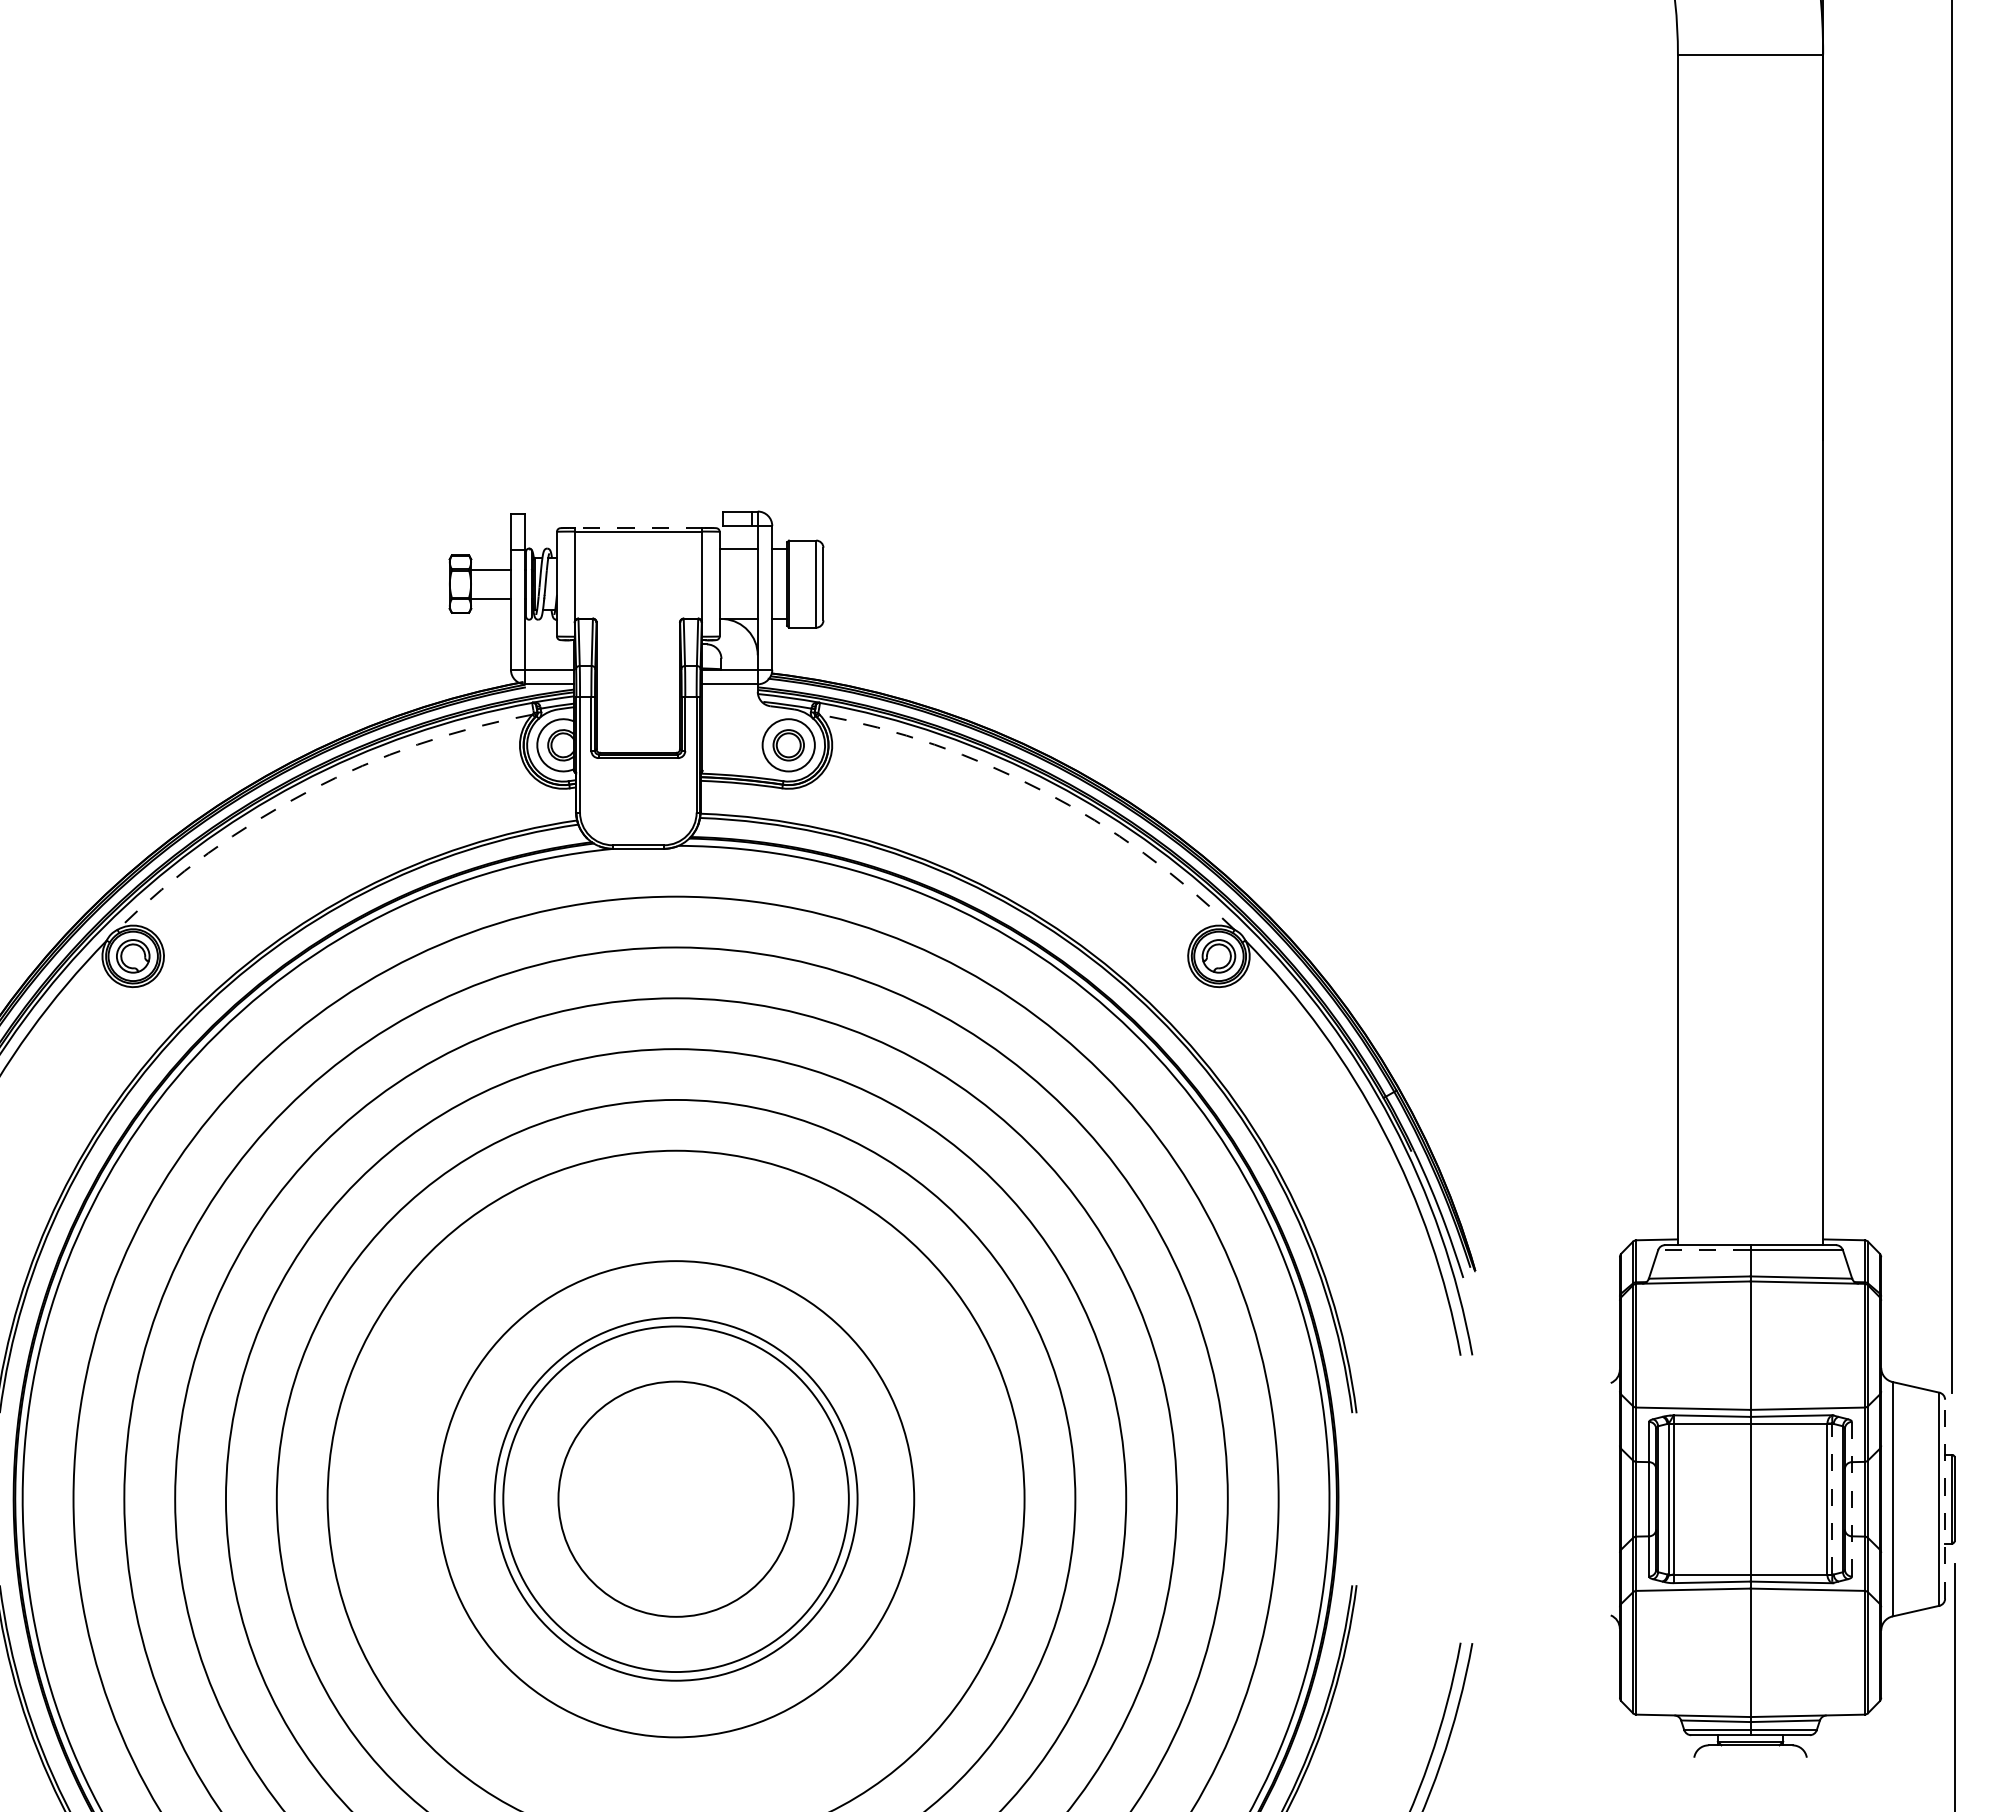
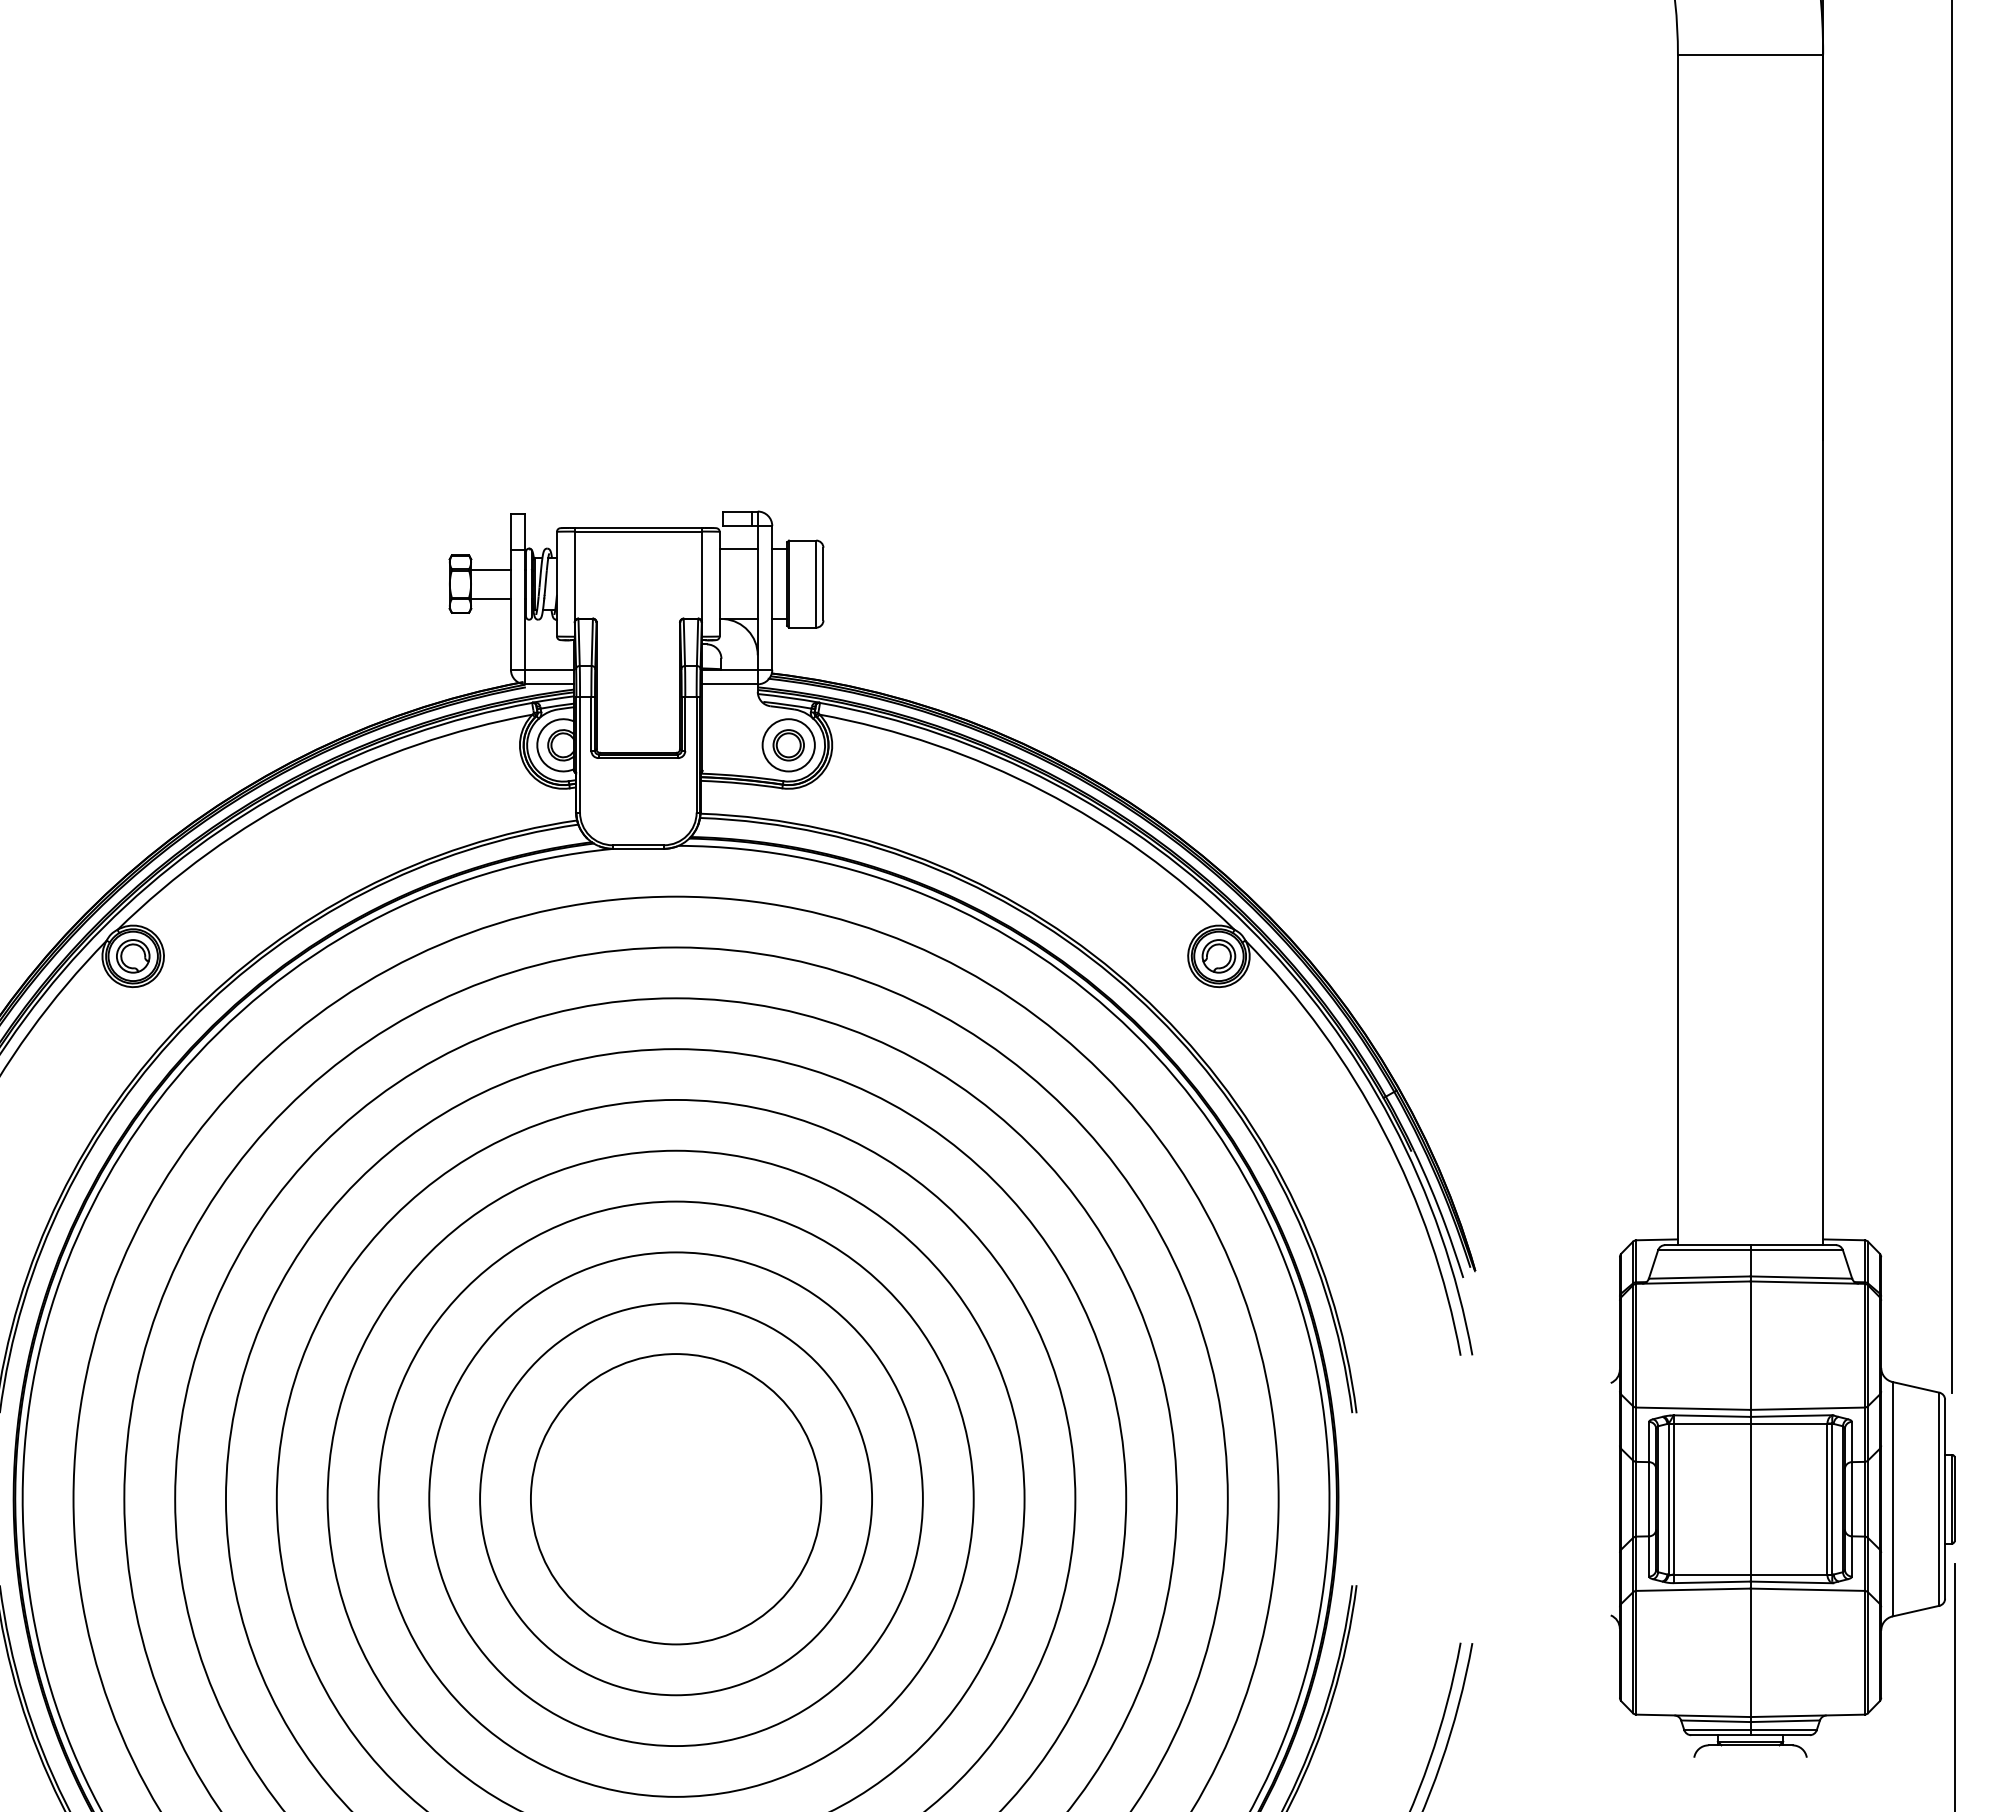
line at (638, 527): dashed -> solid
arc at (308, 791): dashed -> solid
arc at (1043, 791): dashed -> solid
line at (1703, 1250): dashed -> solid
circle at (675, 1498) diameter: 235 px -> 392 px
circle at (675, 1498) diameter: 363 px -> 290 px
line at (1832, 1498): dashed -> solid
line at (1945, 1498): dashed -> solid
circle at (675, 1499) diameter: 346 px -> 494 px
circle at (675, 1499) diameter: 476 px -> 595 px
line at (1852, 1499): dashed -> solid
